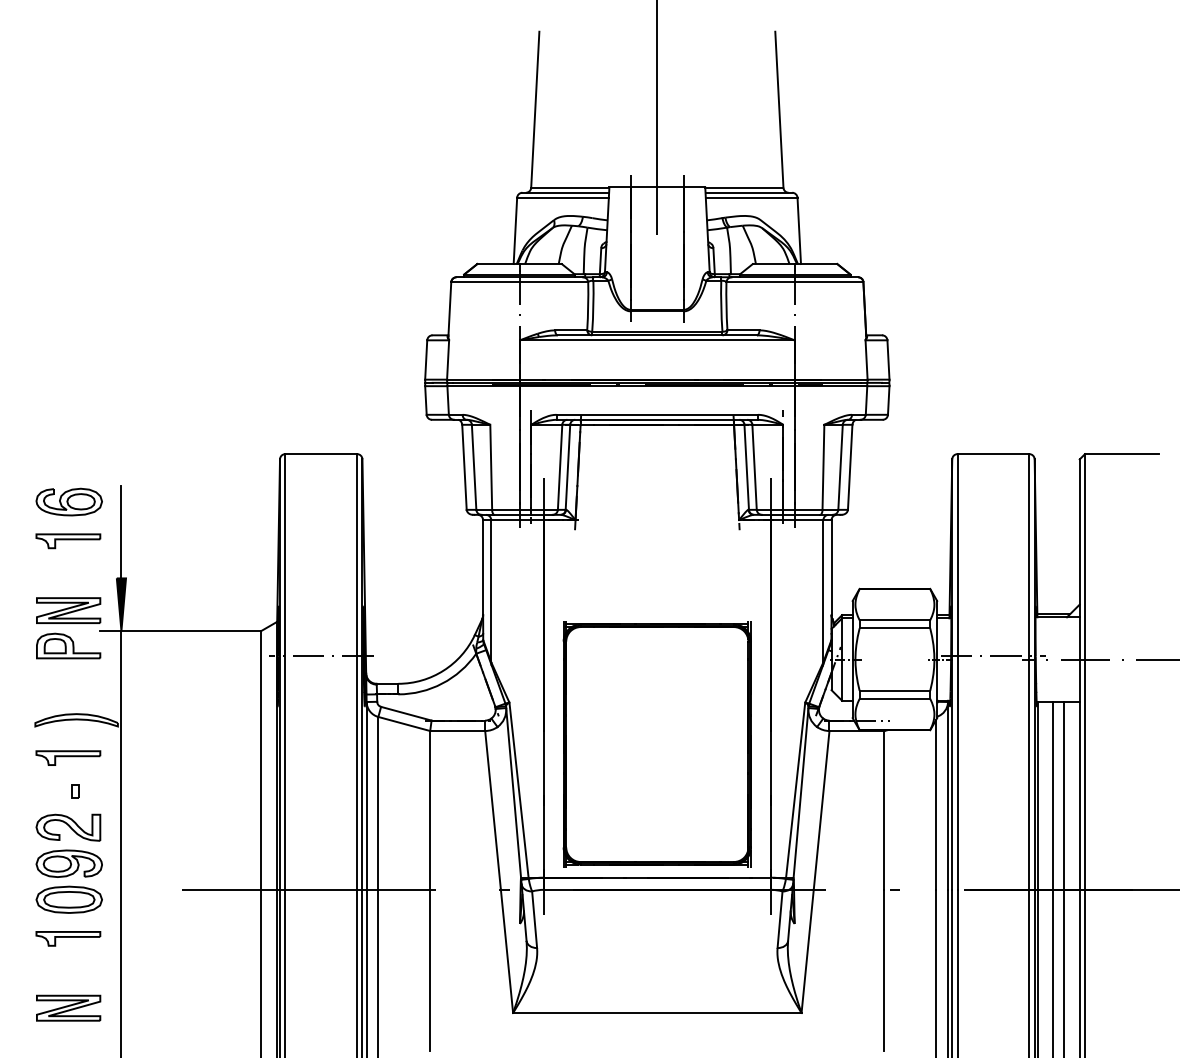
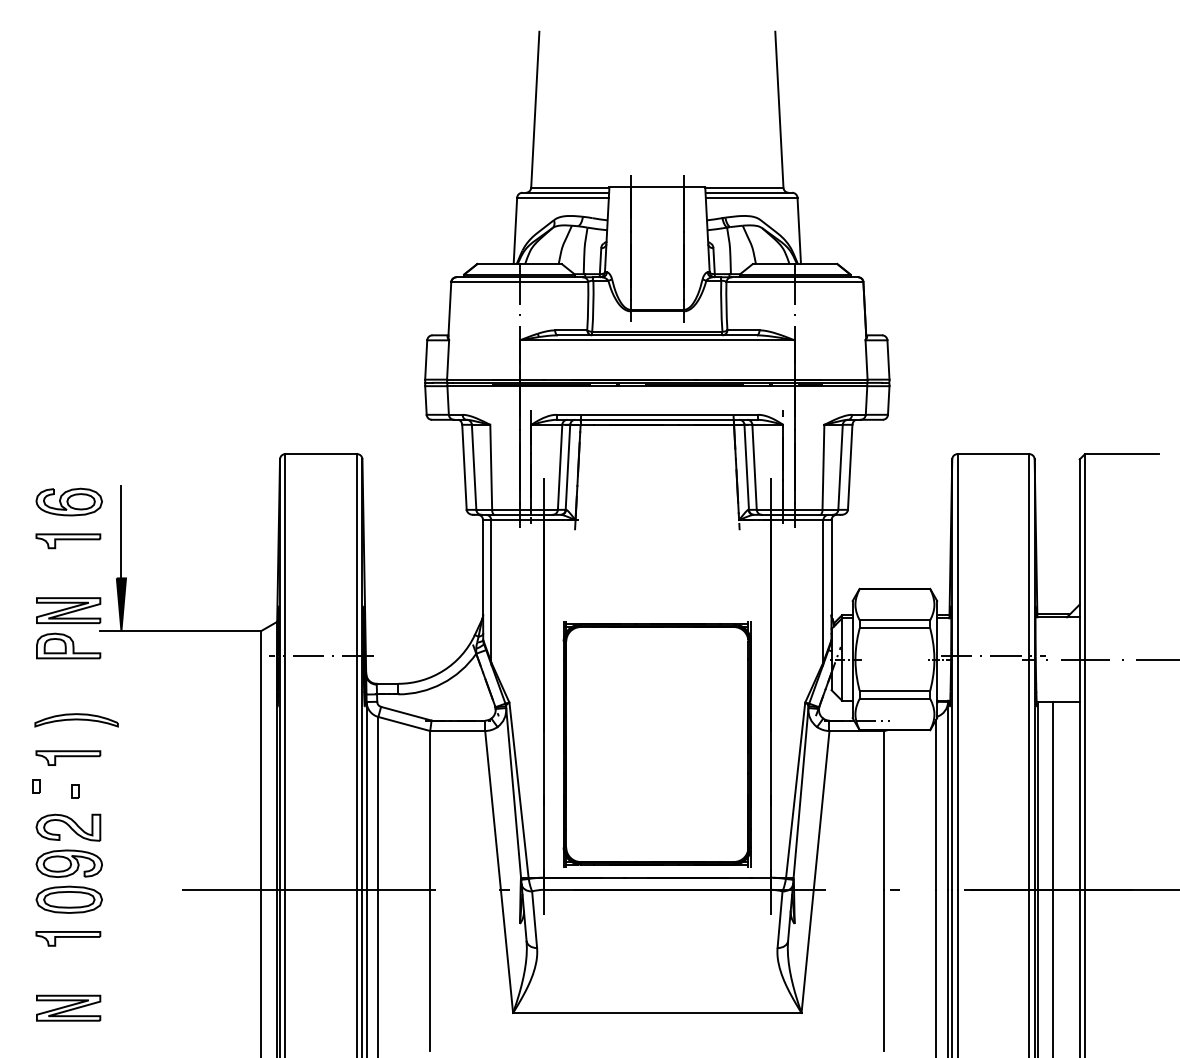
line at (657, 118): present -> none
part at (36, 786): none -> present
line at (121, 842): present -> none
line at (1063, 877): present -> none
